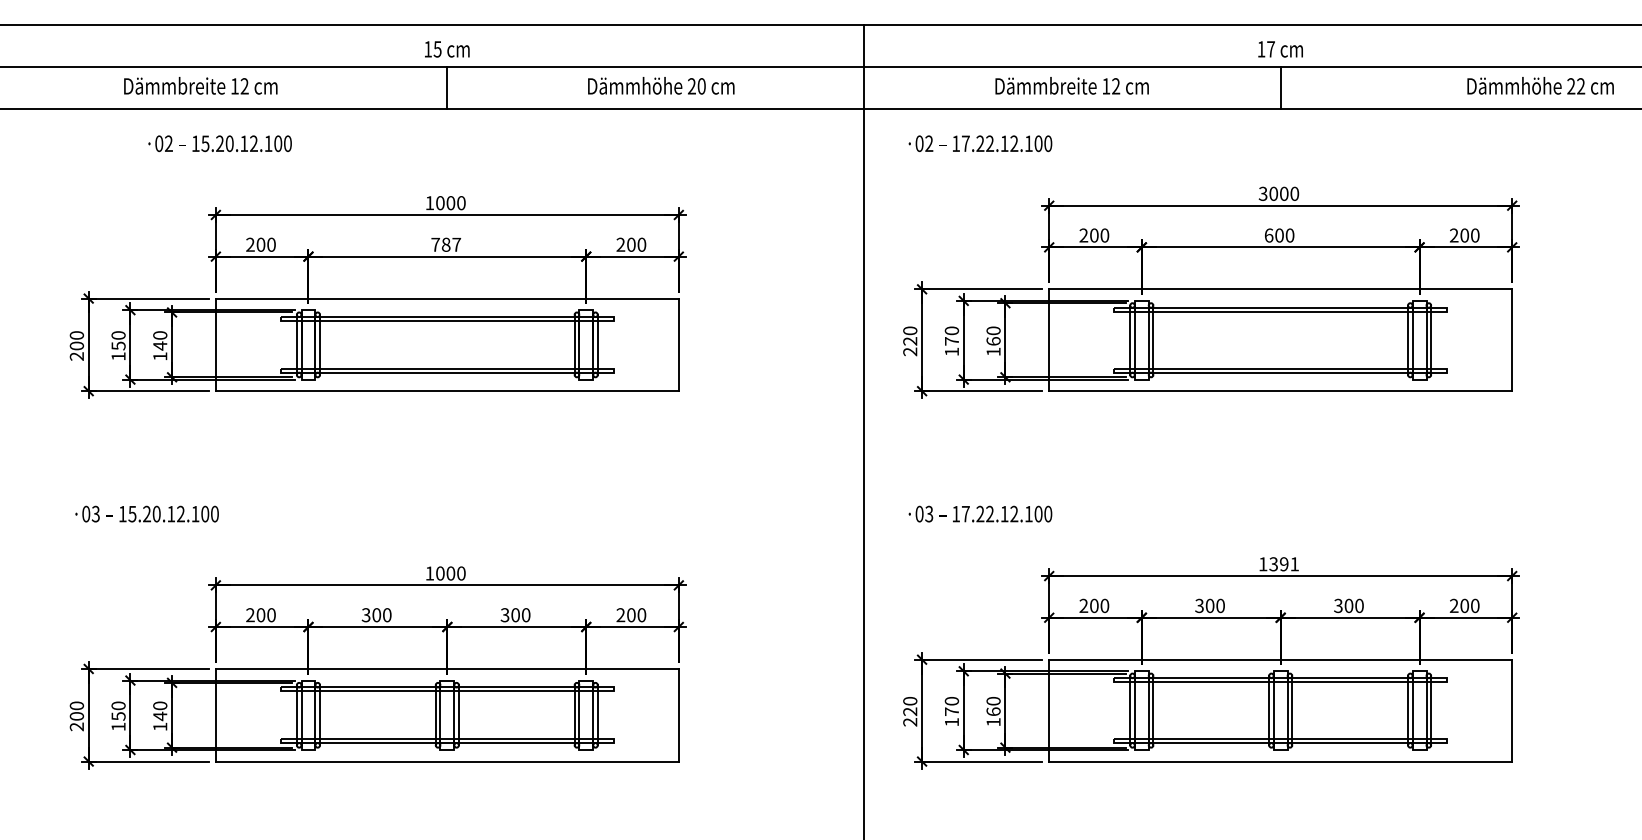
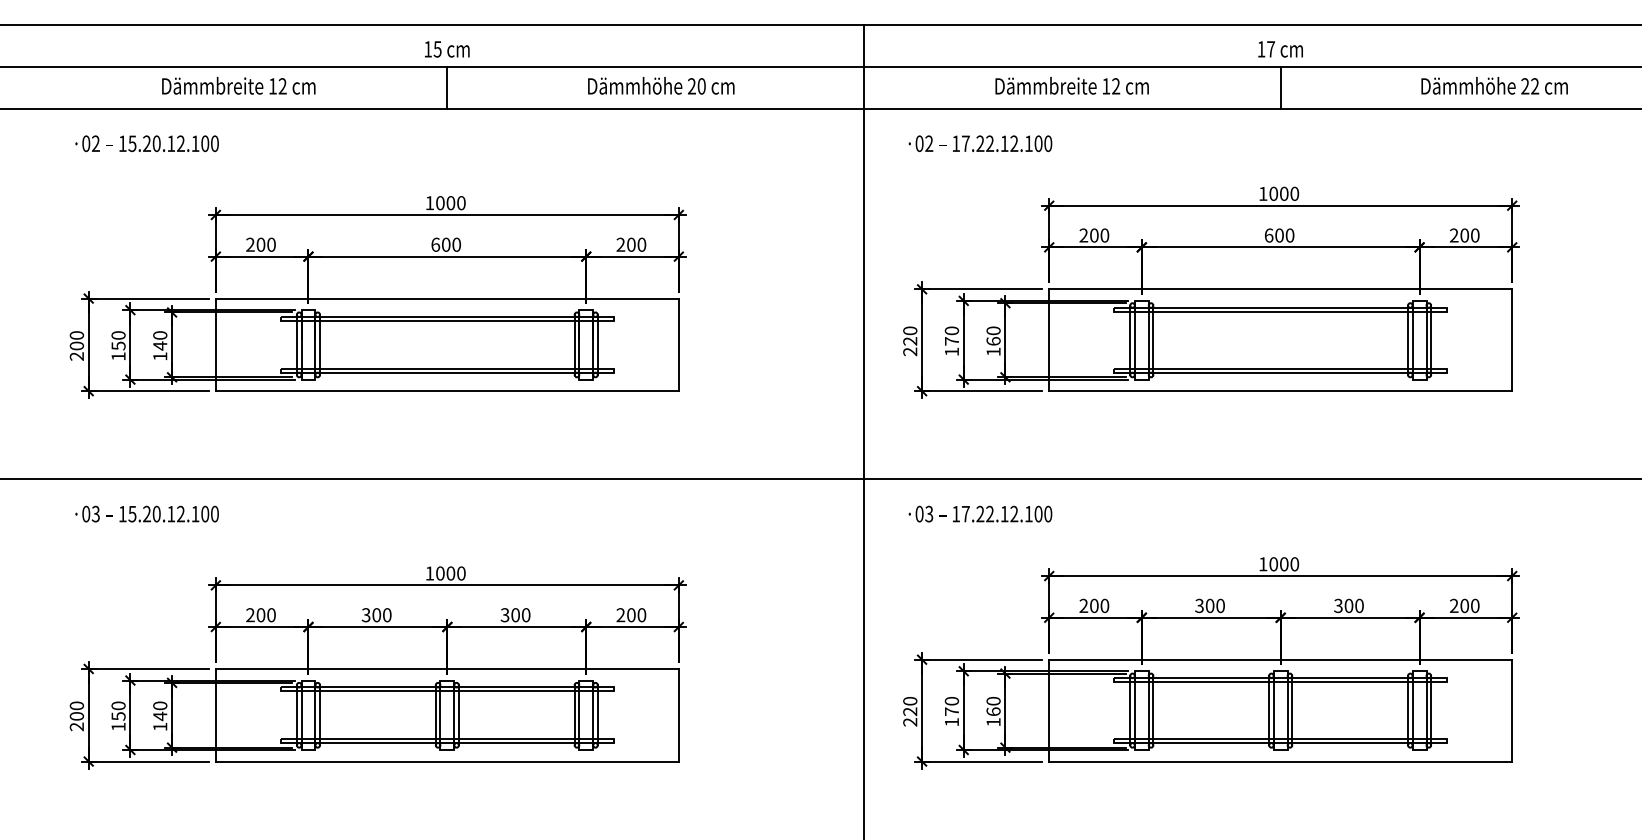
text at (200, 85) position: (200, 85) -> (238, 85)
text at (1540, 85) position: (1540, 85) -> (1494, 85)
text at (219, 143) position: (219, 143) -> (146, 143)
text at (1262, 193): 3000 -> 1000
text at (446, 244): 787 -> 600
line at (820, 479): none -> present
text at (1284, 564): 1391 -> 1000
